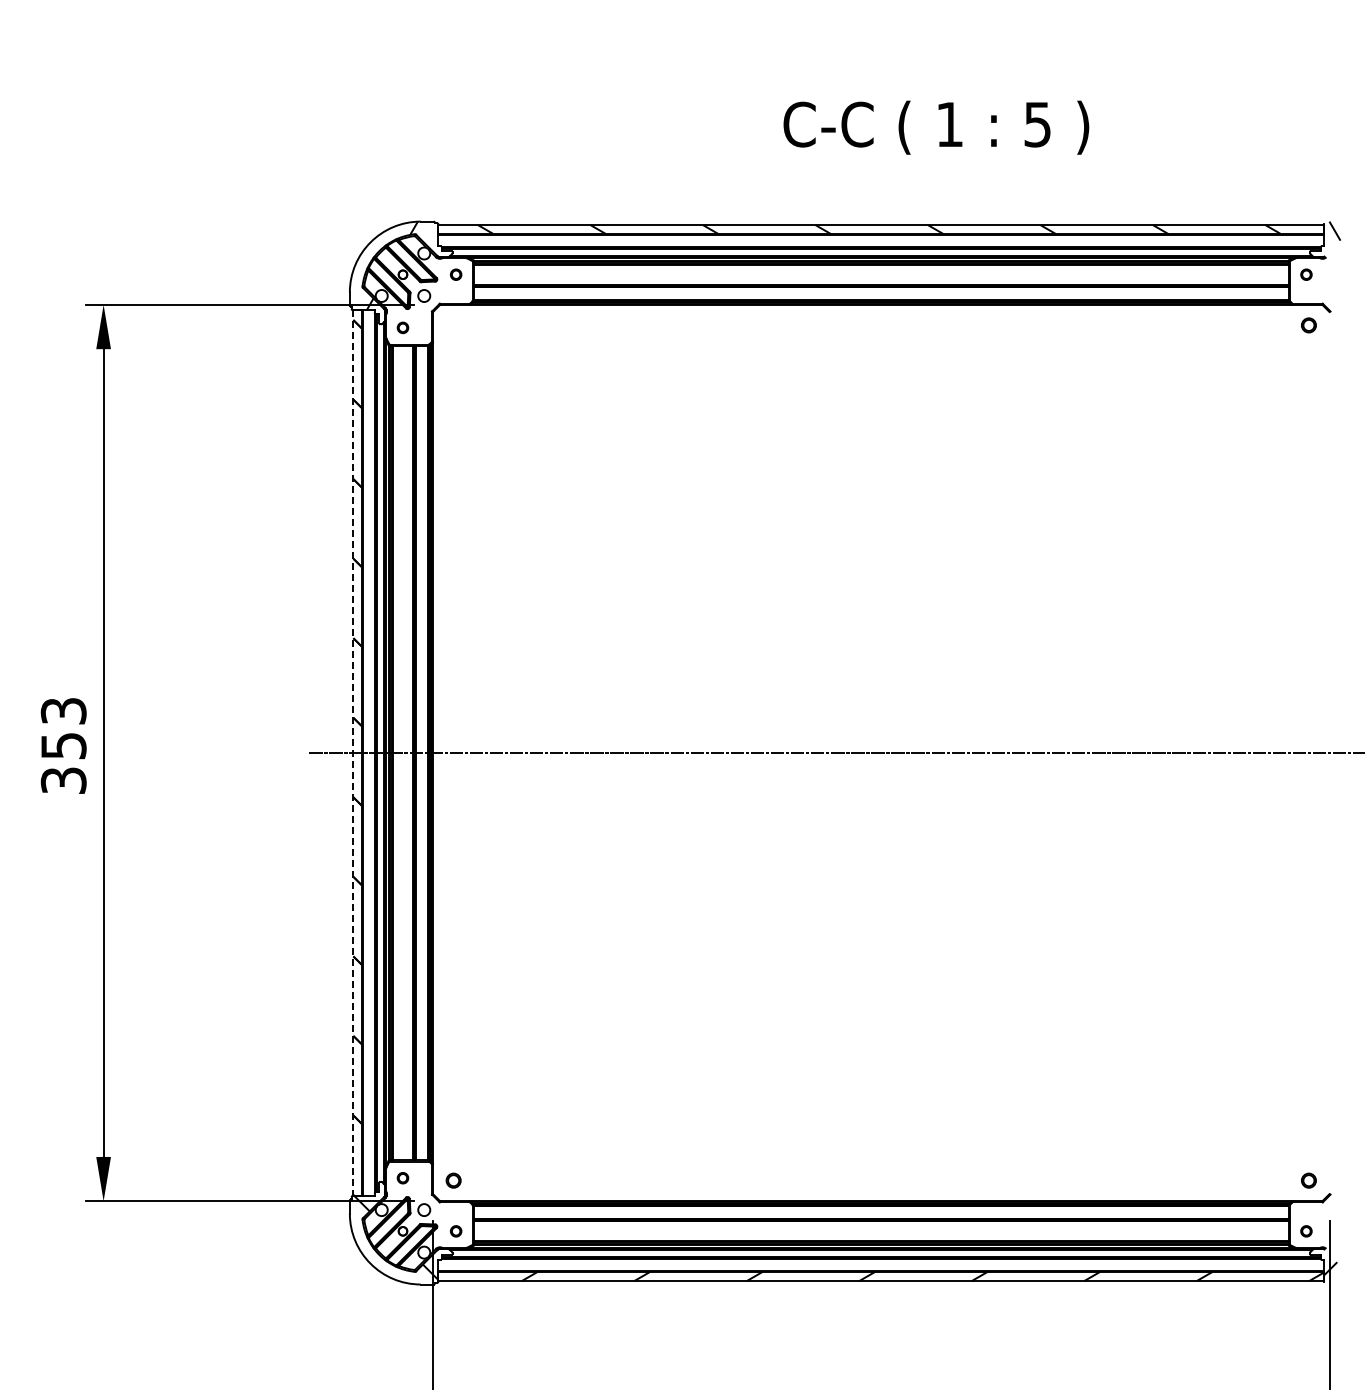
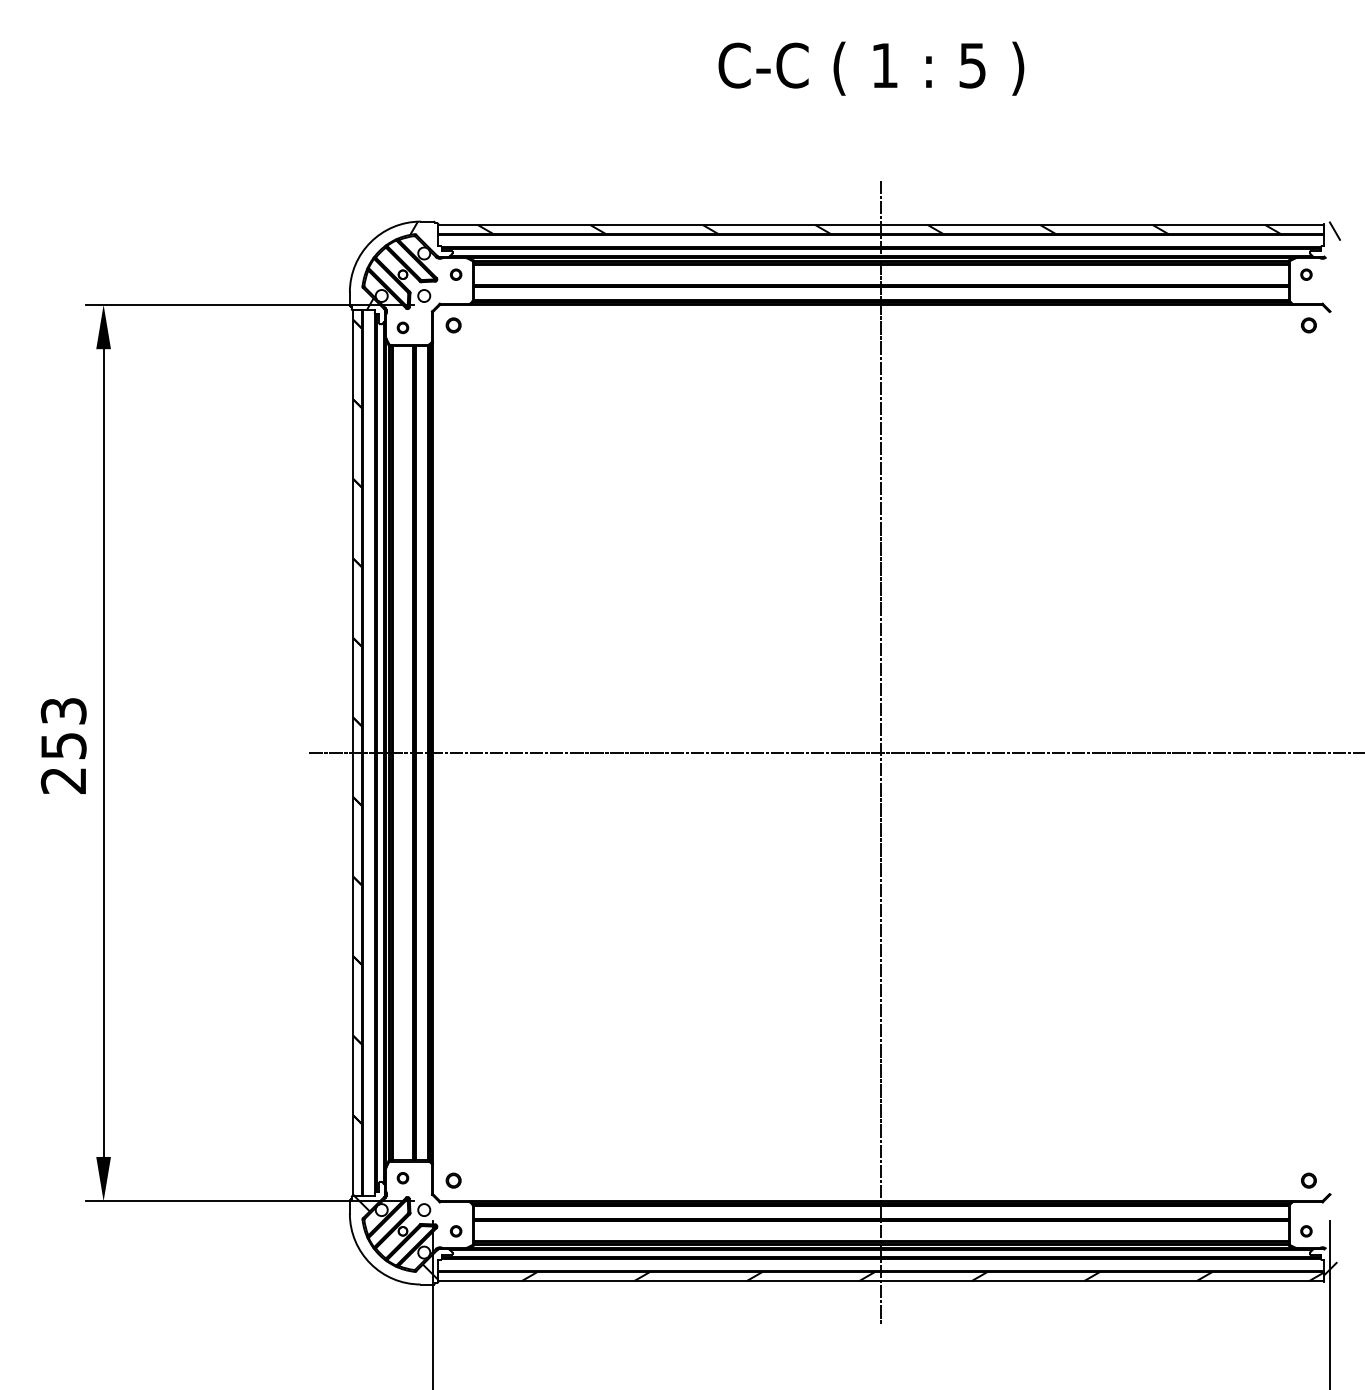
text at (936, 127) position: (936, 127) -> (871, 68)
circle at (453, 325): none -> present
line at (881, 752): none -> present
line at (353, 753): dashed -> solid
text at (63, 780): 353 -> 253
